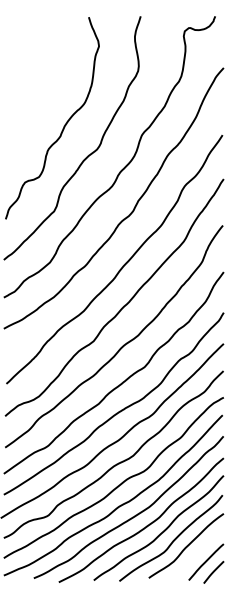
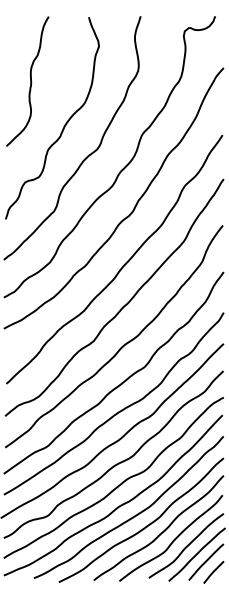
curve at (30, 81): none -> present
line at (196, 554): none -> present
